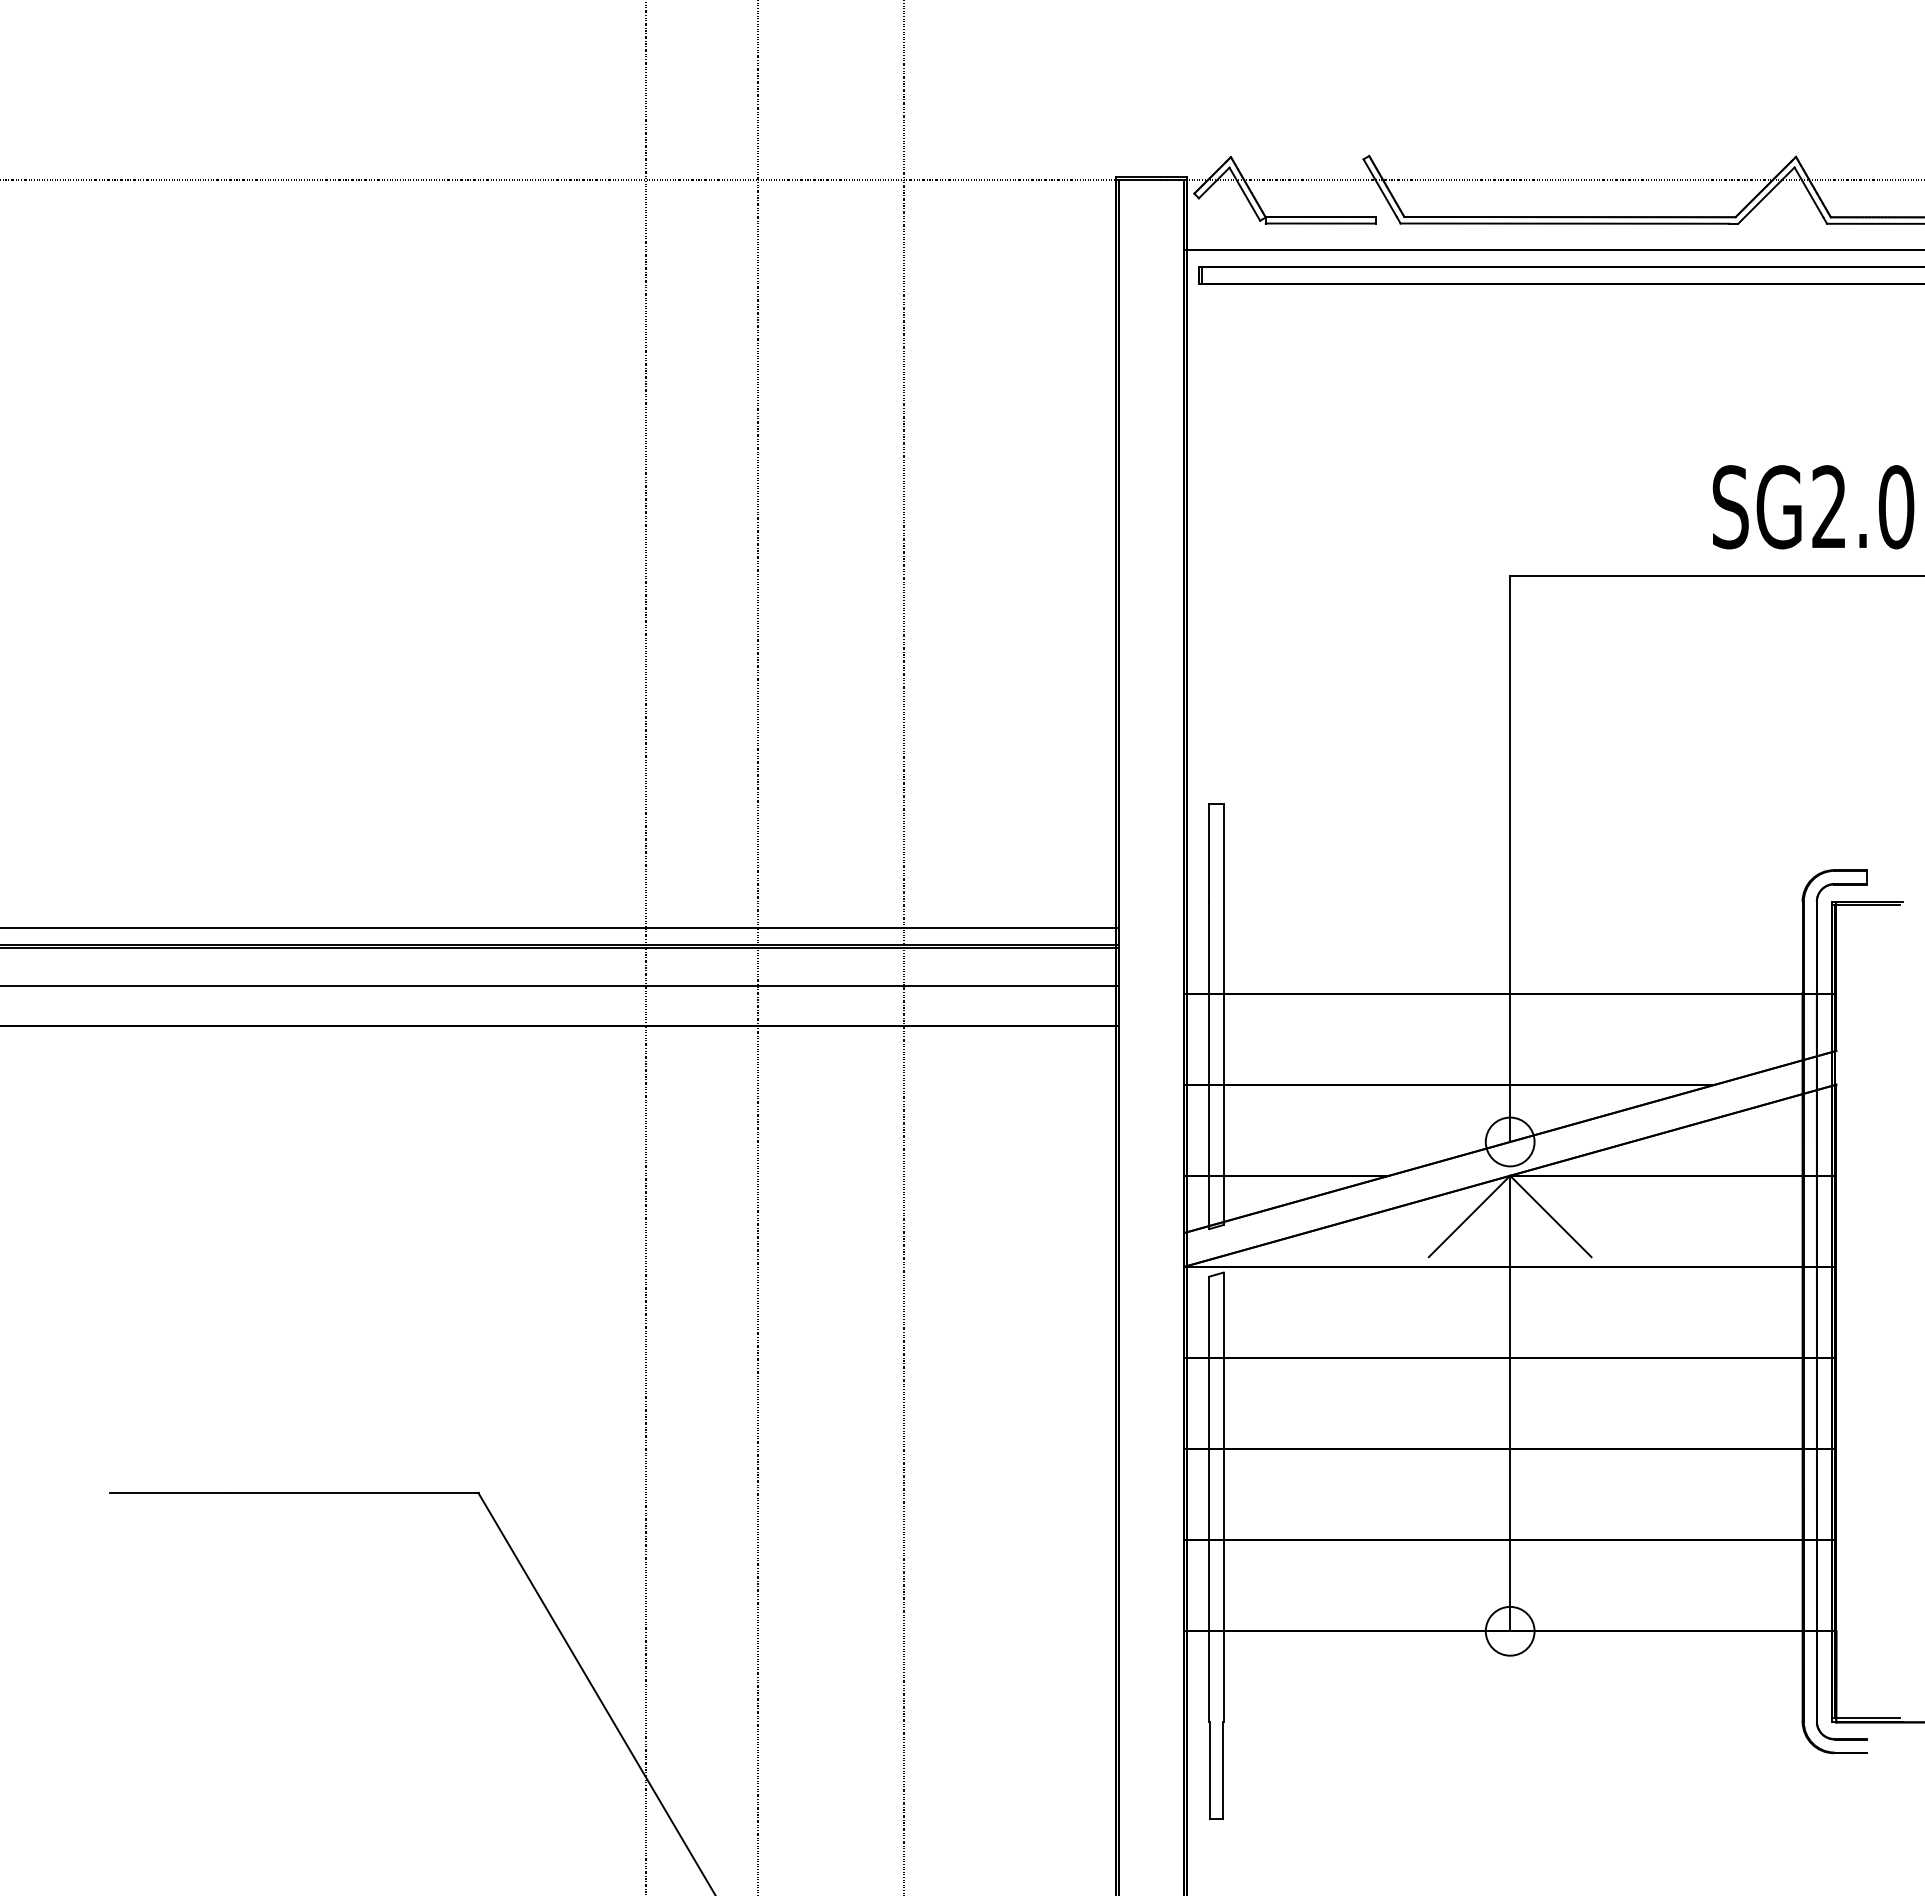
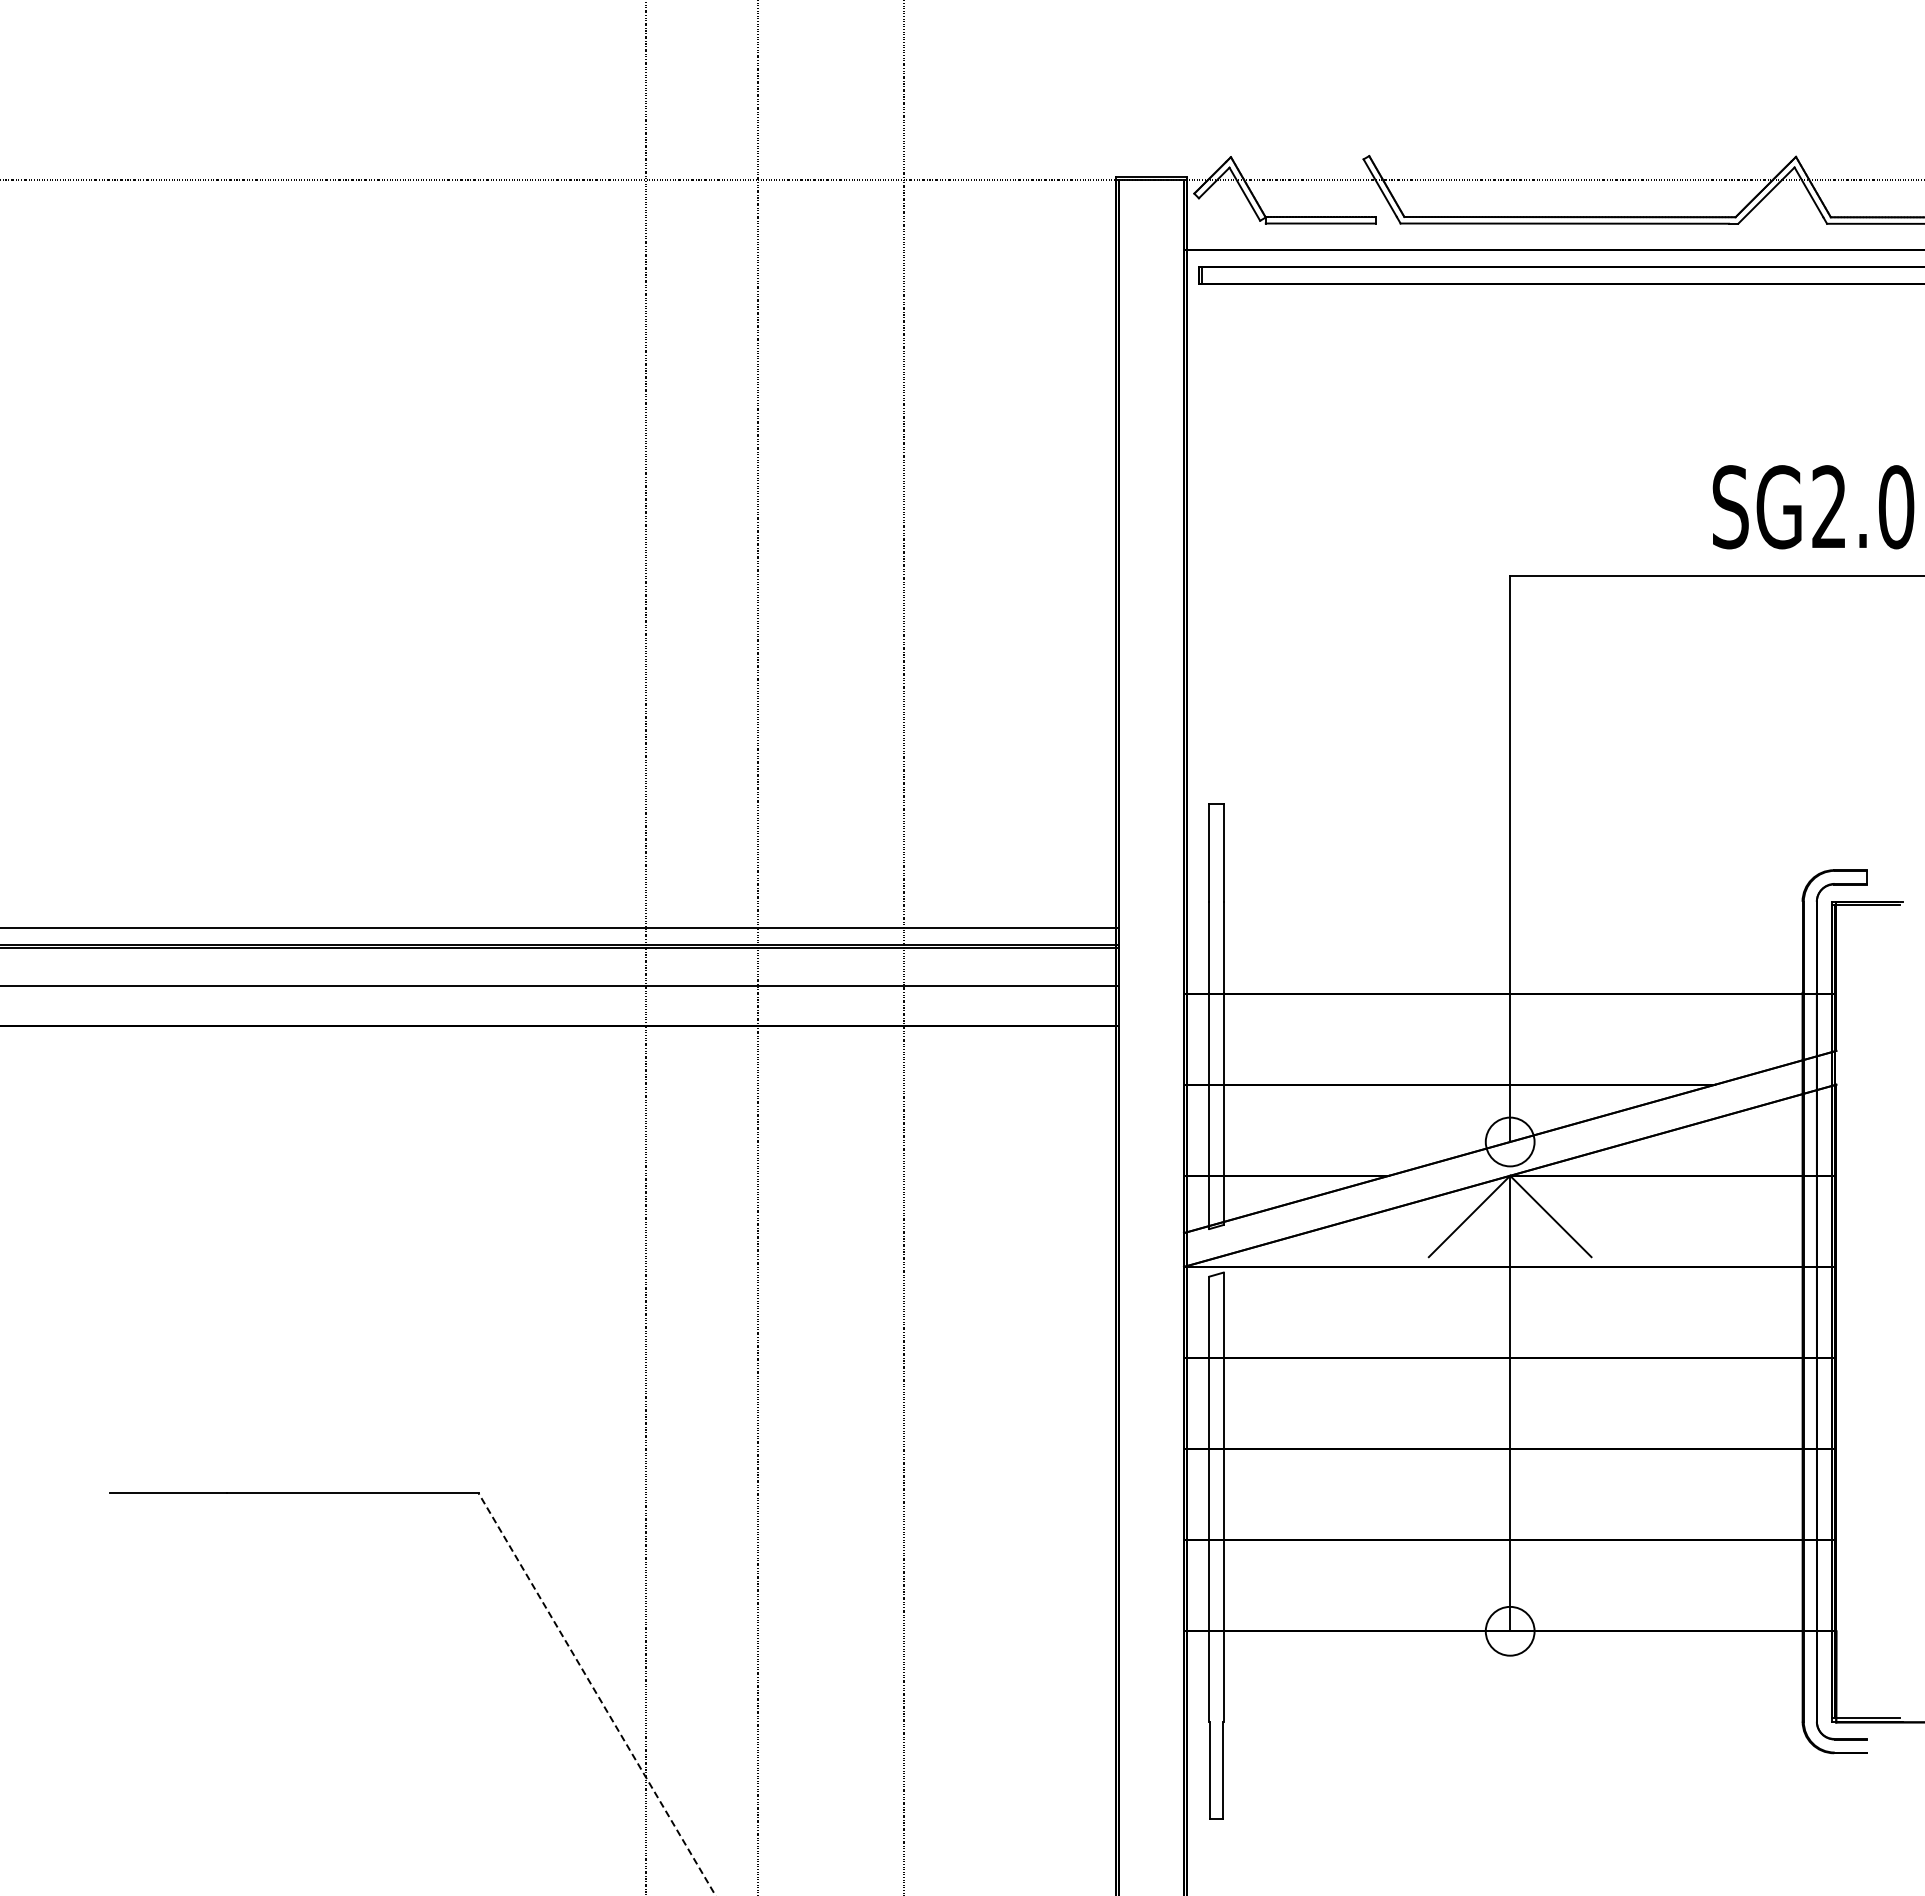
line at (596, 1694): solid -> dashed
